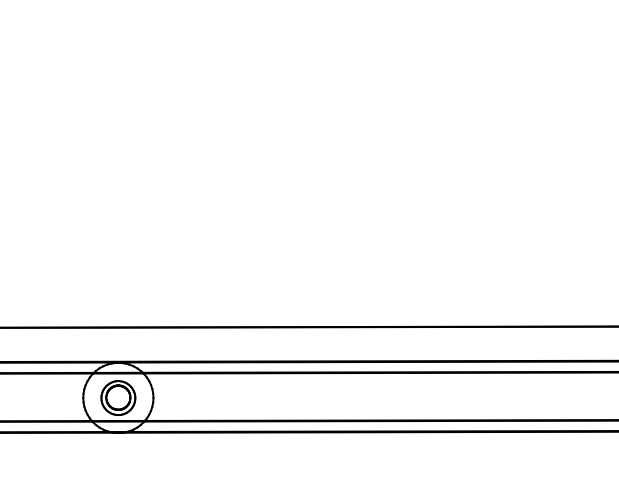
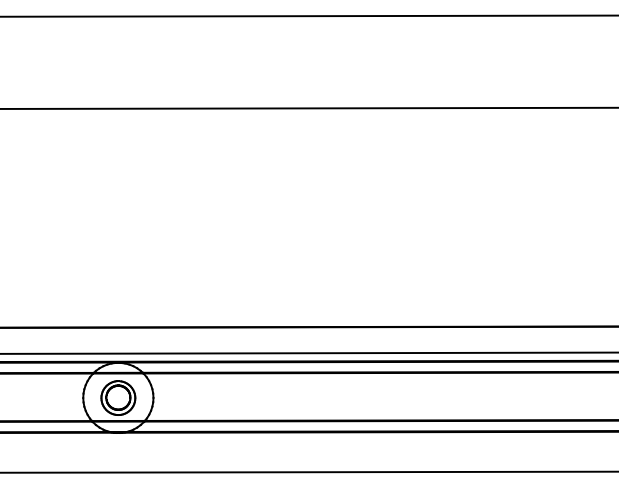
line at (308, 15): none -> present
line at (308, 107): none -> present
line at (308, 352): none -> present
line at (308, 471): none -> present
